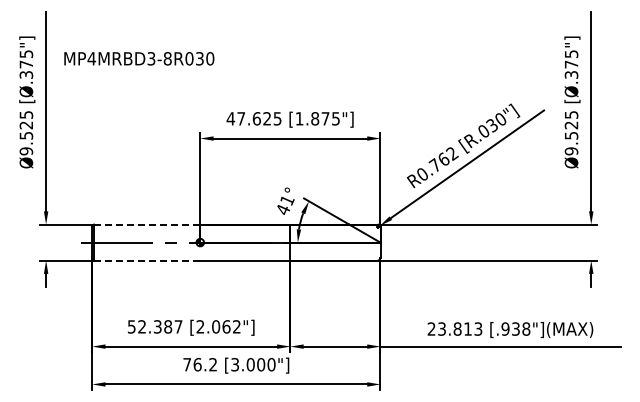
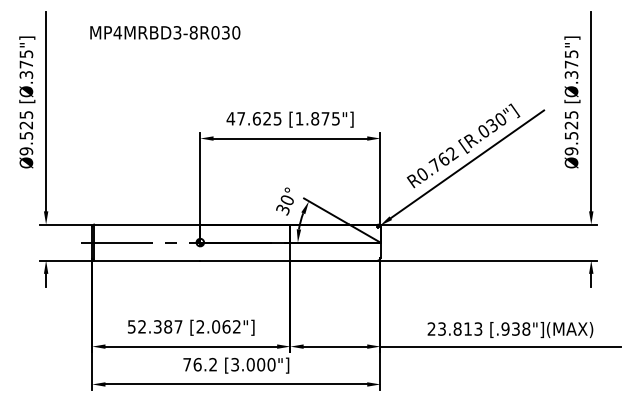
text at (139, 58) position: (139, 58) -> (165, 32)
text at (285, 205): 41° -> 30°
line at (146, 224): dashed -> solid
line at (147, 260): dashed -> solid
